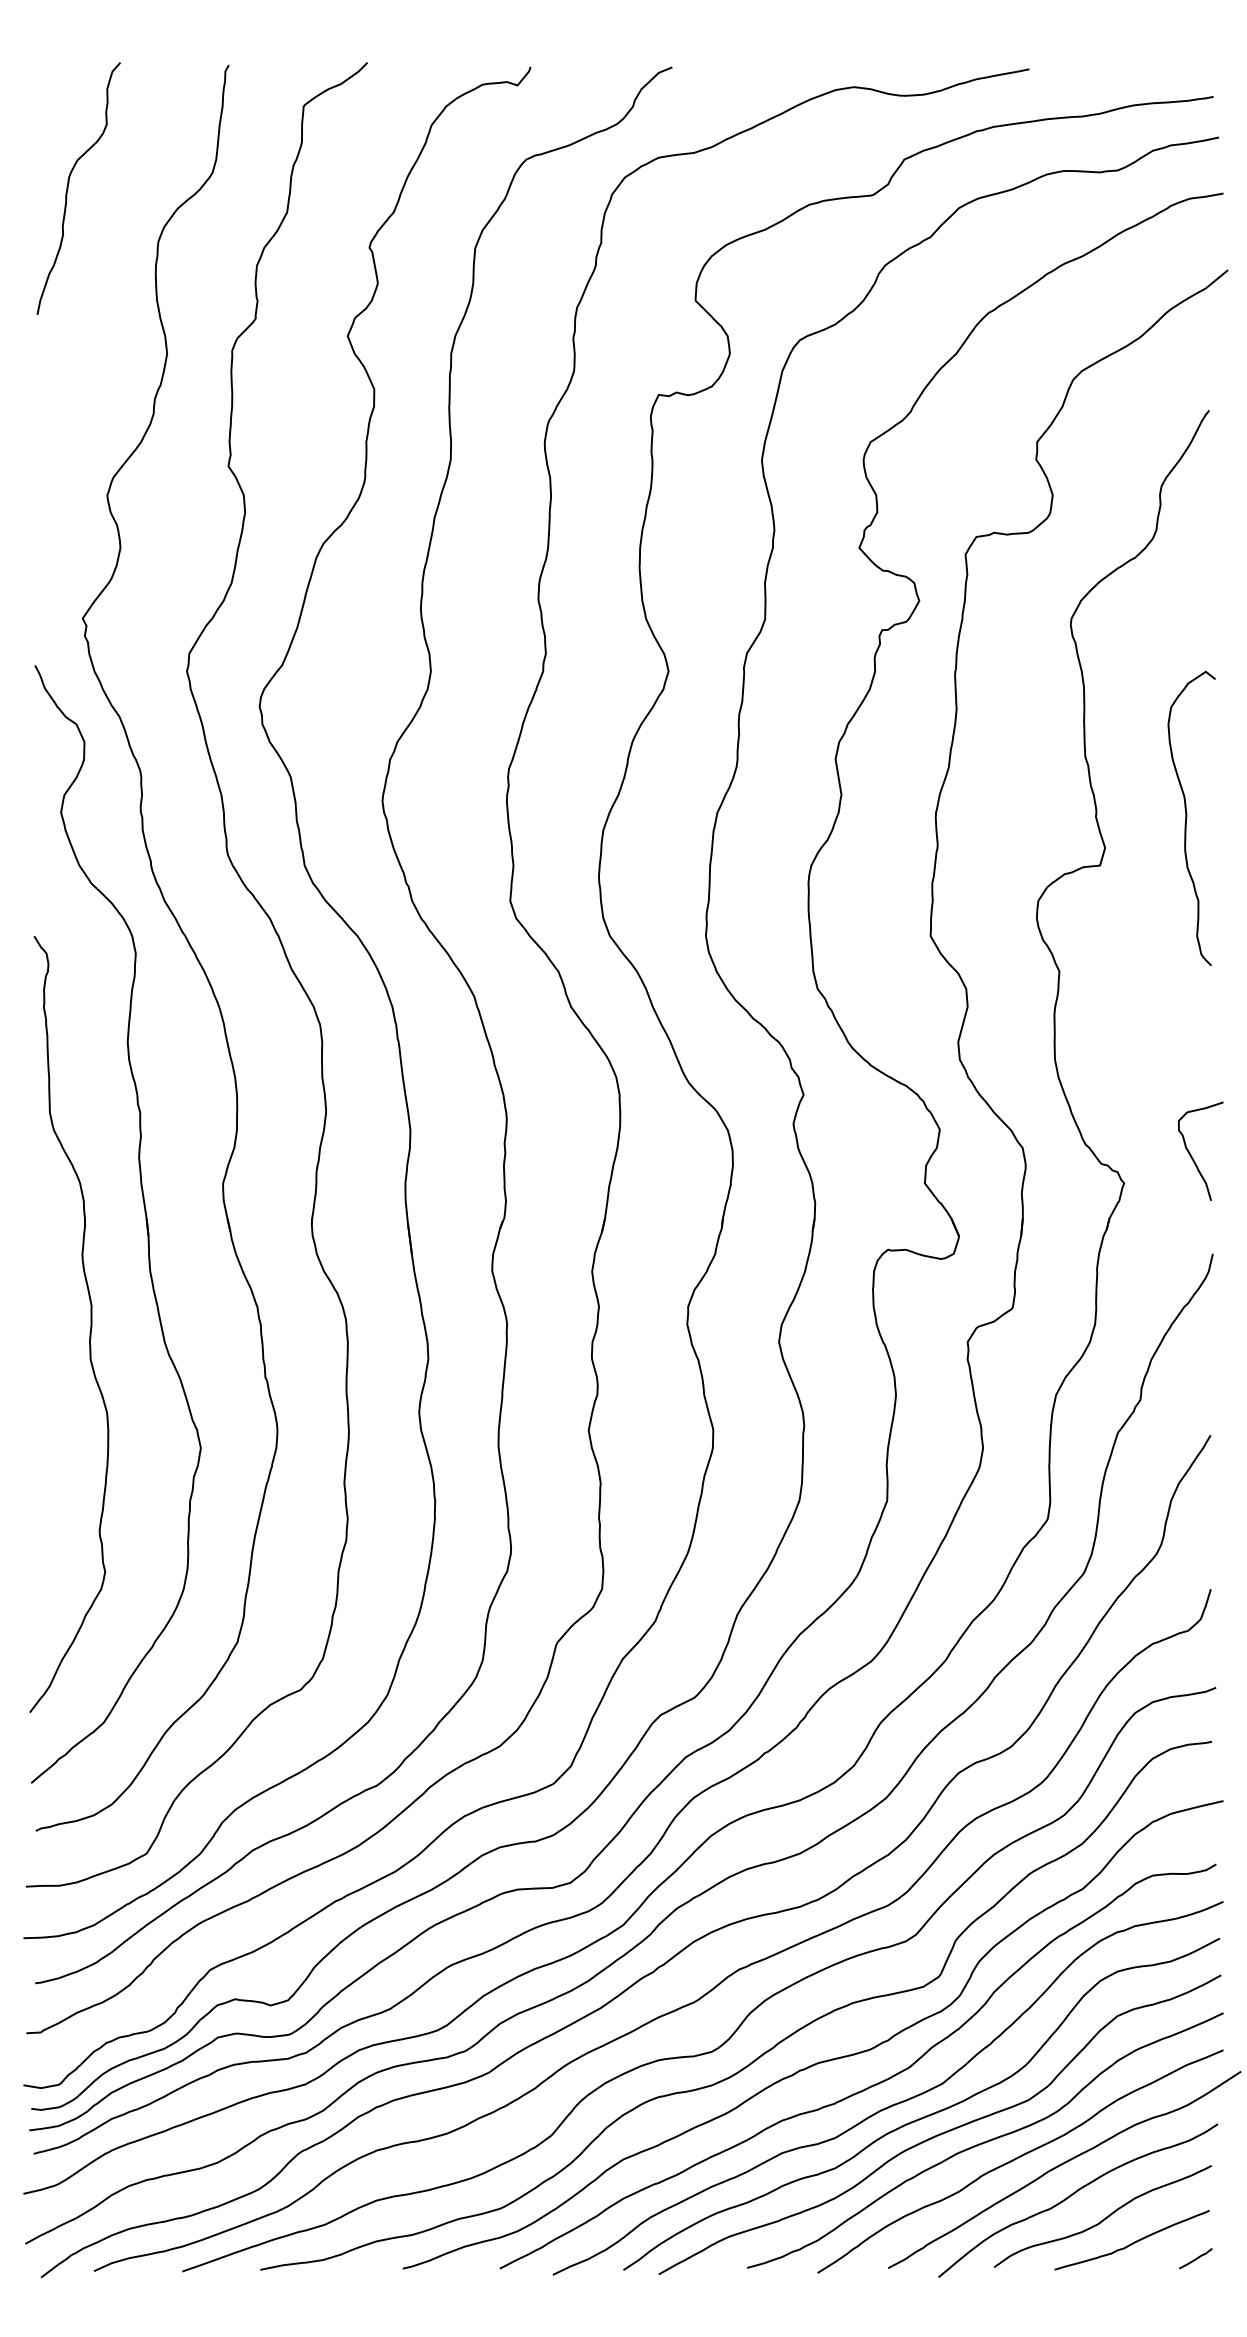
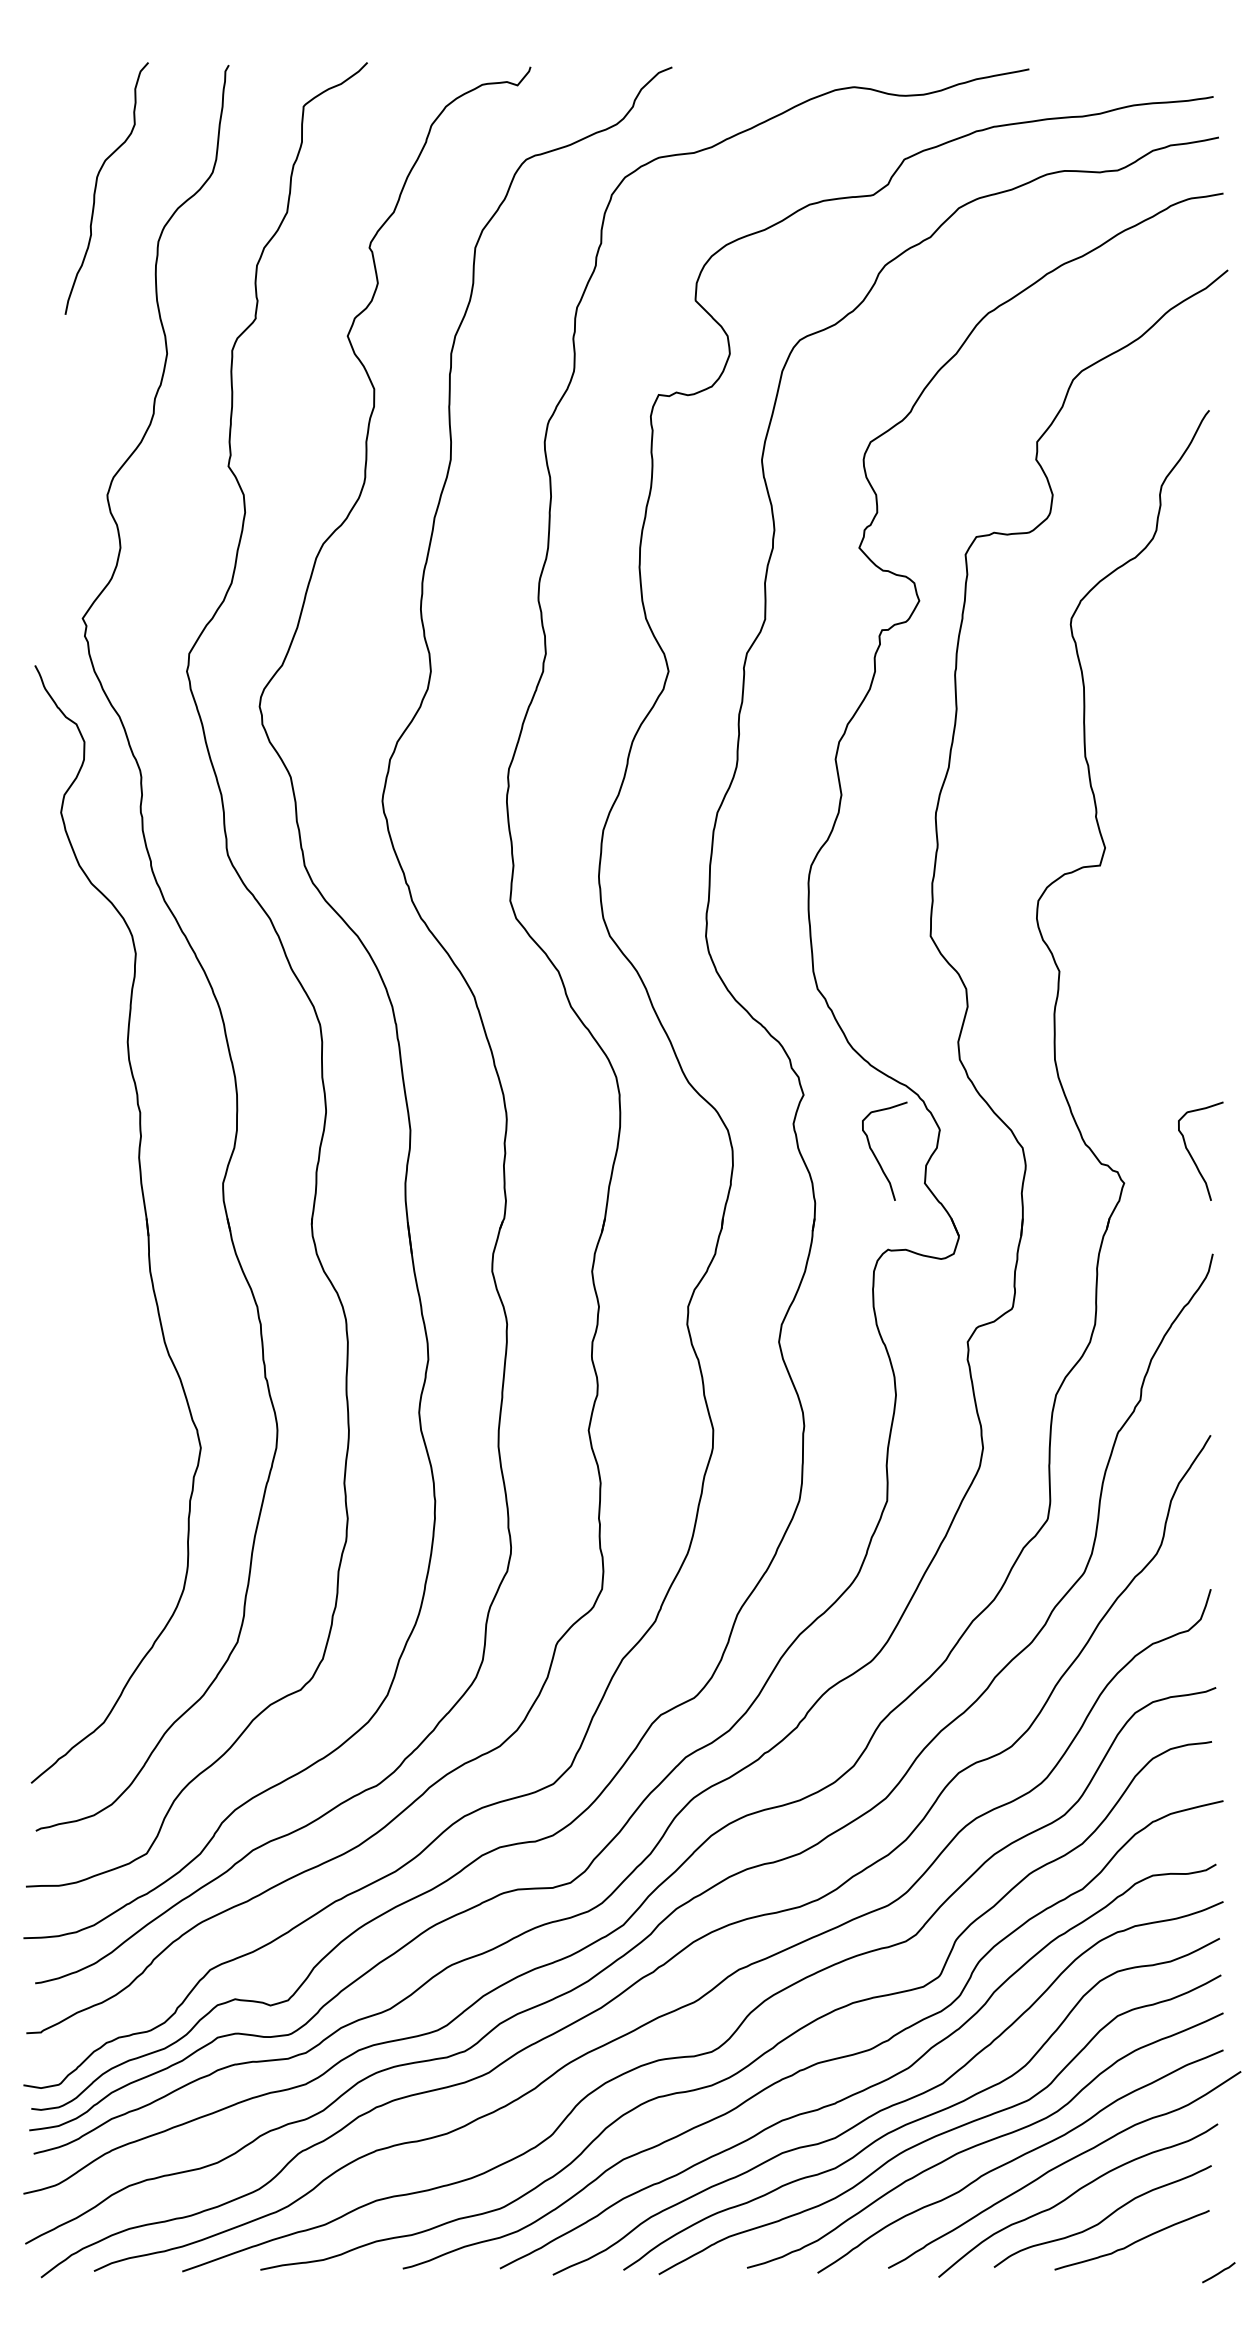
curve at (68, 188) position: (68, 188) -> (96, 188)
curve at (1187, 817): present -> none
curve at (875, 1154): none -> present
part at (90, 1324): present -> none
line at (1195, 2258) position: (1195, 2258) -> (1218, 2272)
